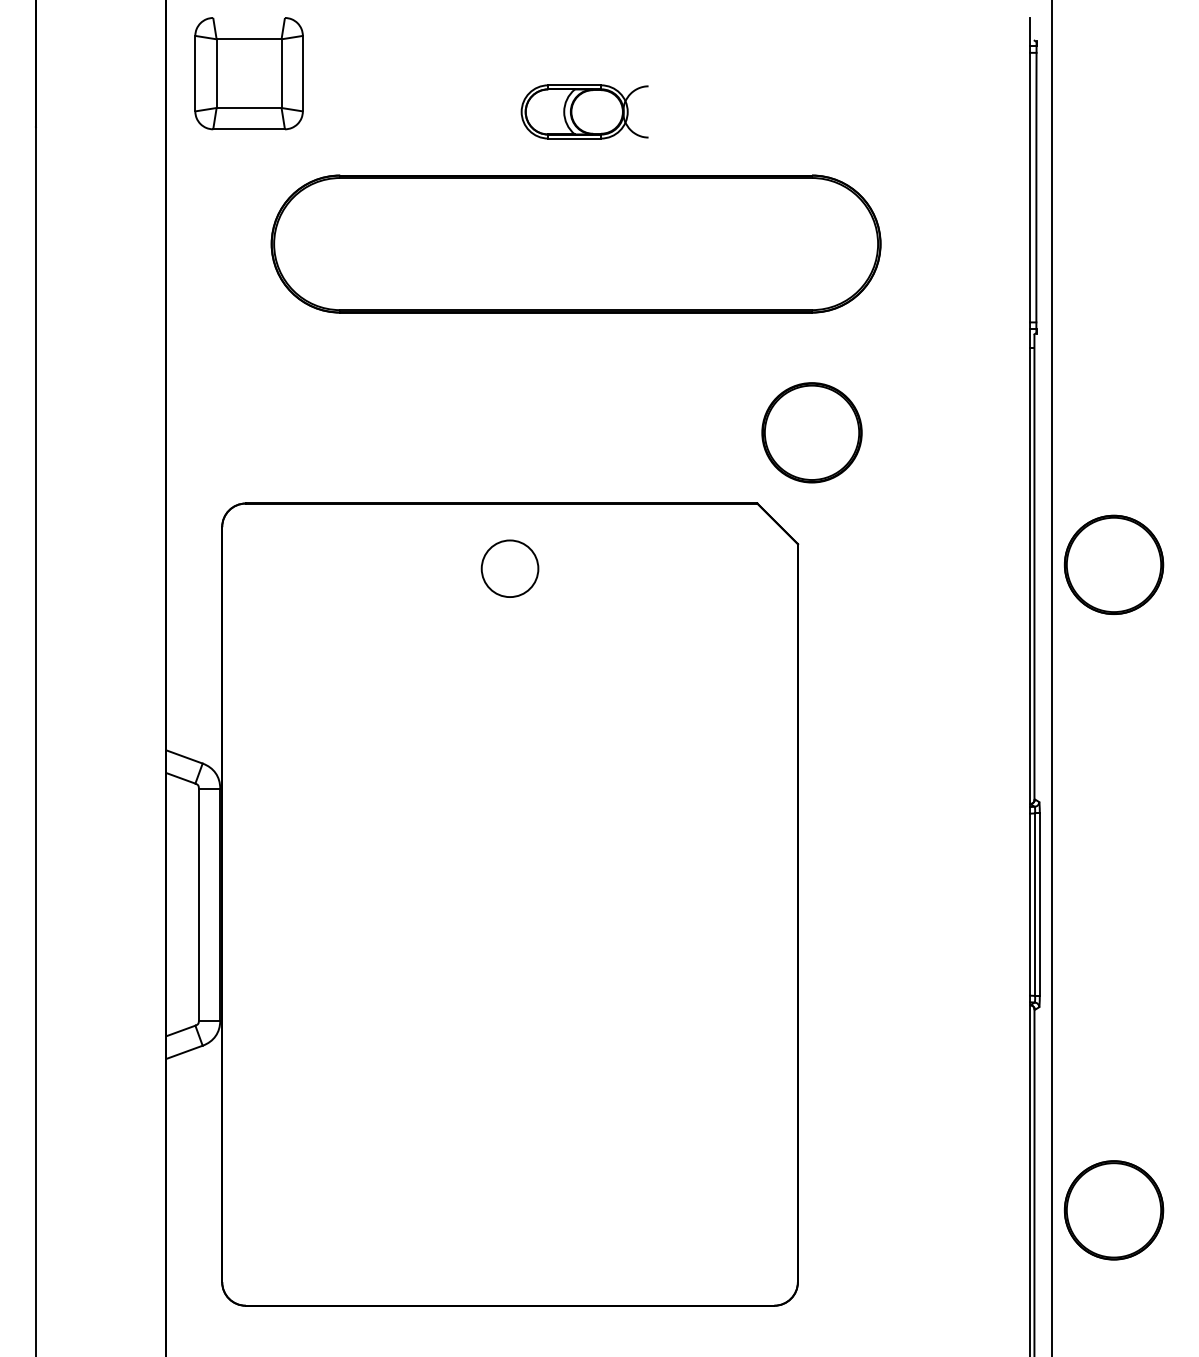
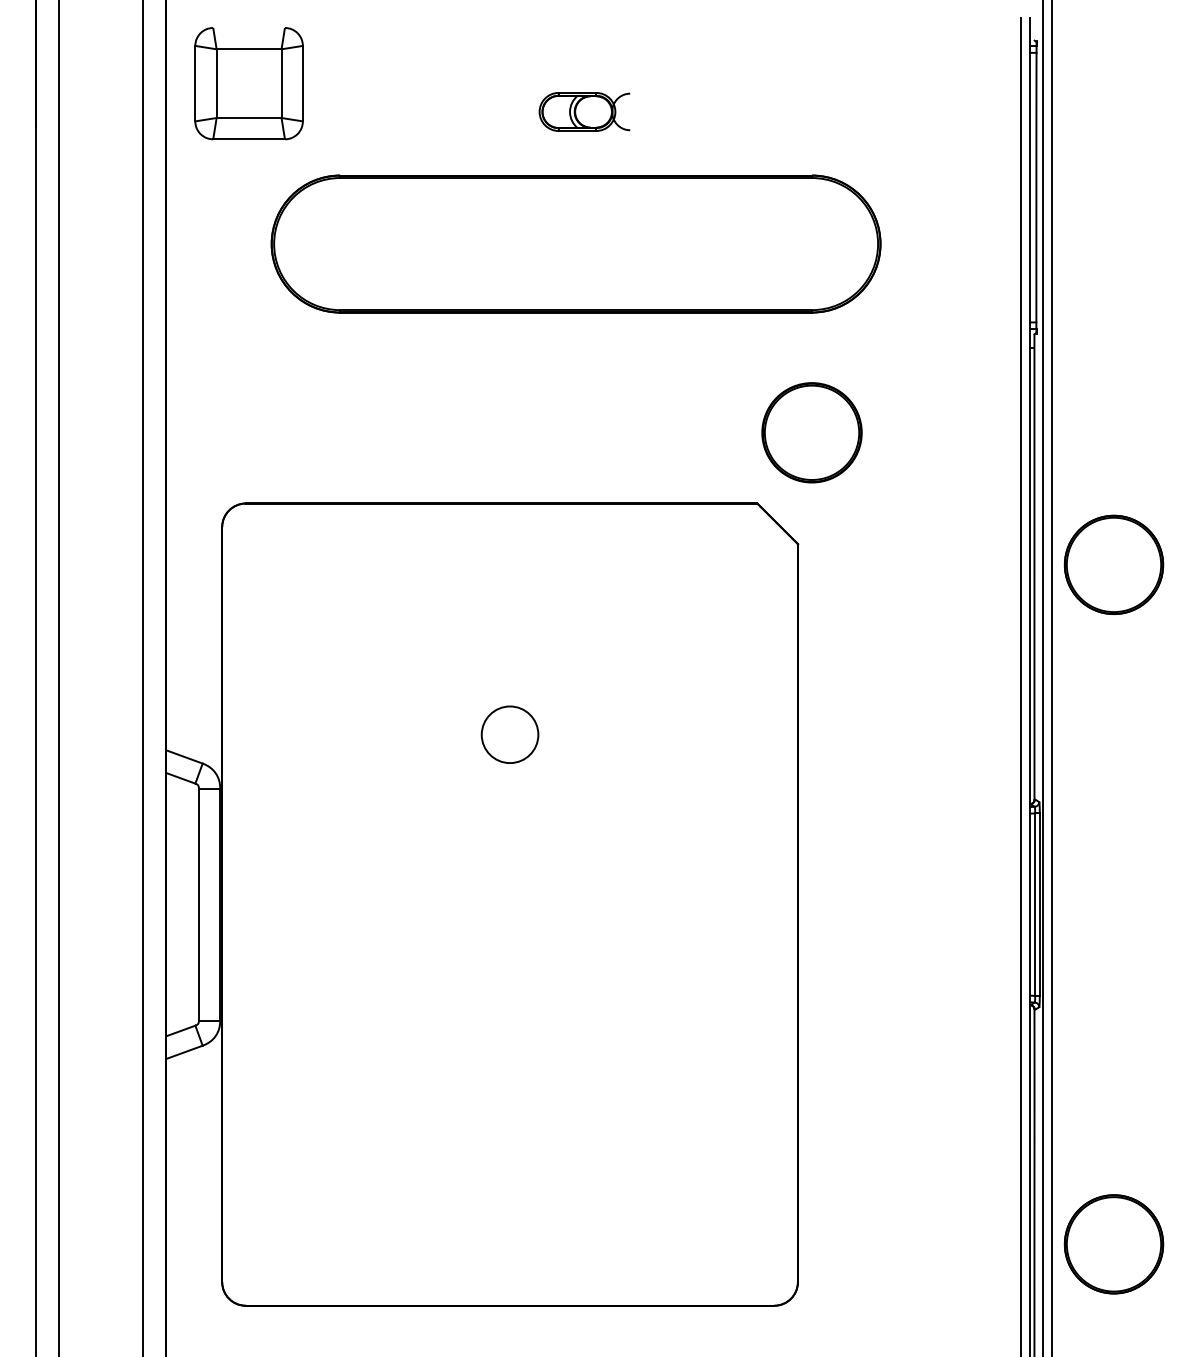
part at (248, 73) position: (248, 73) -> (248, 83)
part at (584, 111) size: 129x56 px -> 93x40 px
circle at (509, 568) position: (509, 568) -> (509, 734)
line at (59, 677): none -> present
line at (142, 677): none -> present
line at (1042, 677): none -> present
line at (1020, 685): none -> present
part at (1113, 1210) position: (1113, 1210) -> (1113, 1244)
